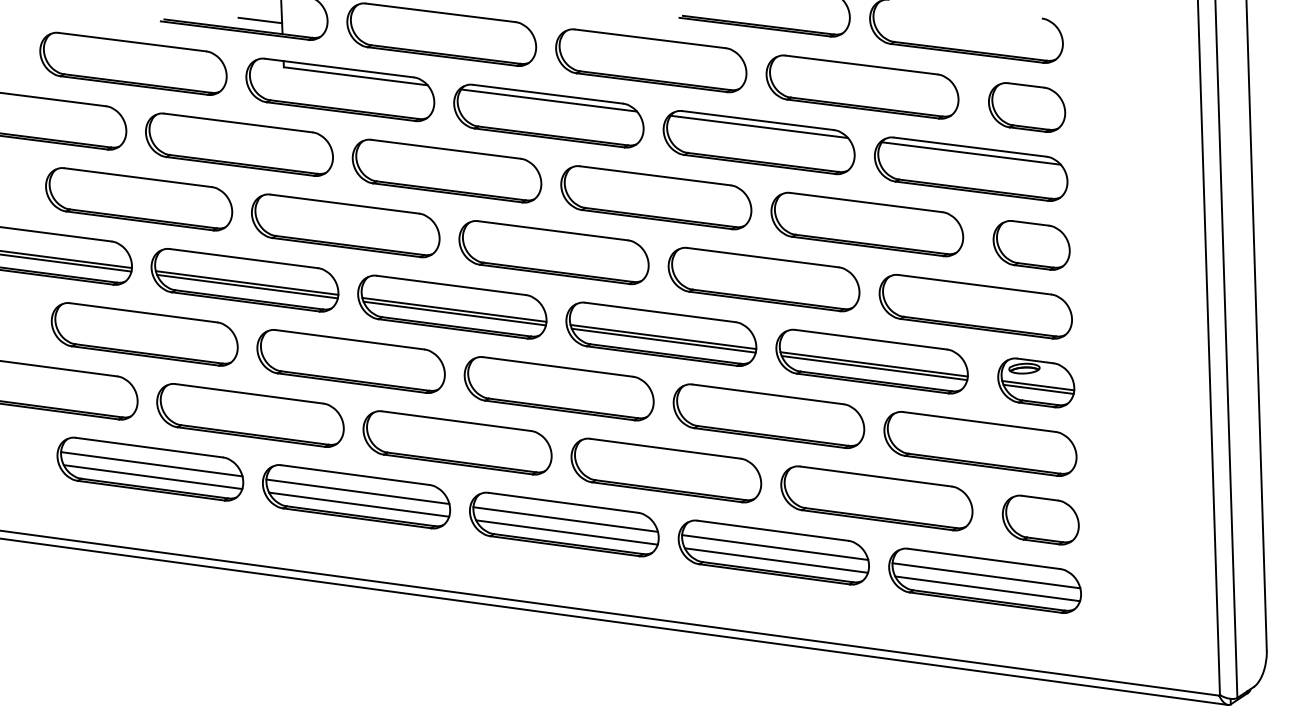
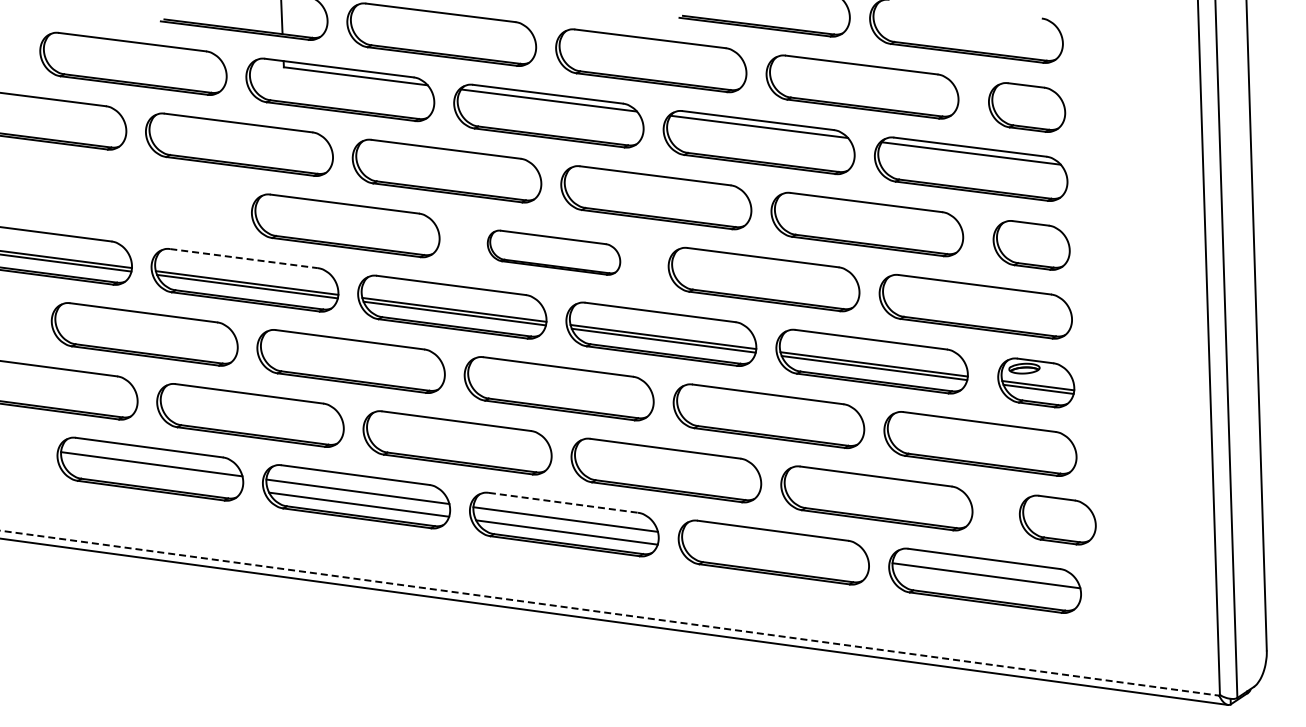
line at (260, 20): present -> none
part at (139, 199): present -> none
part at (553, 252) size: 192x66 px -> 136x47 px
line at (244, 258): solid -> dashed
line at (152, 477): present -> none
line at (563, 502): solid -> dashed
part at (1040, 519) position: (1040, 519) -> (1057, 519)
line at (775, 547): present -> none
line at (776, 560): present -> none
line at (987, 588): present -> none
line at (609, 613): solid -> dashed
